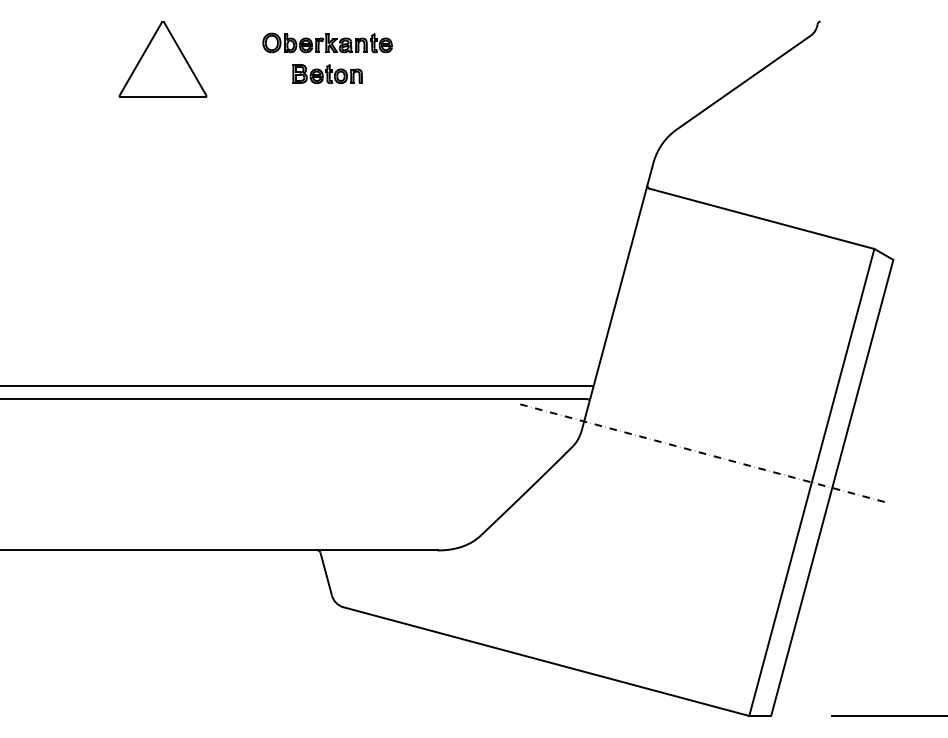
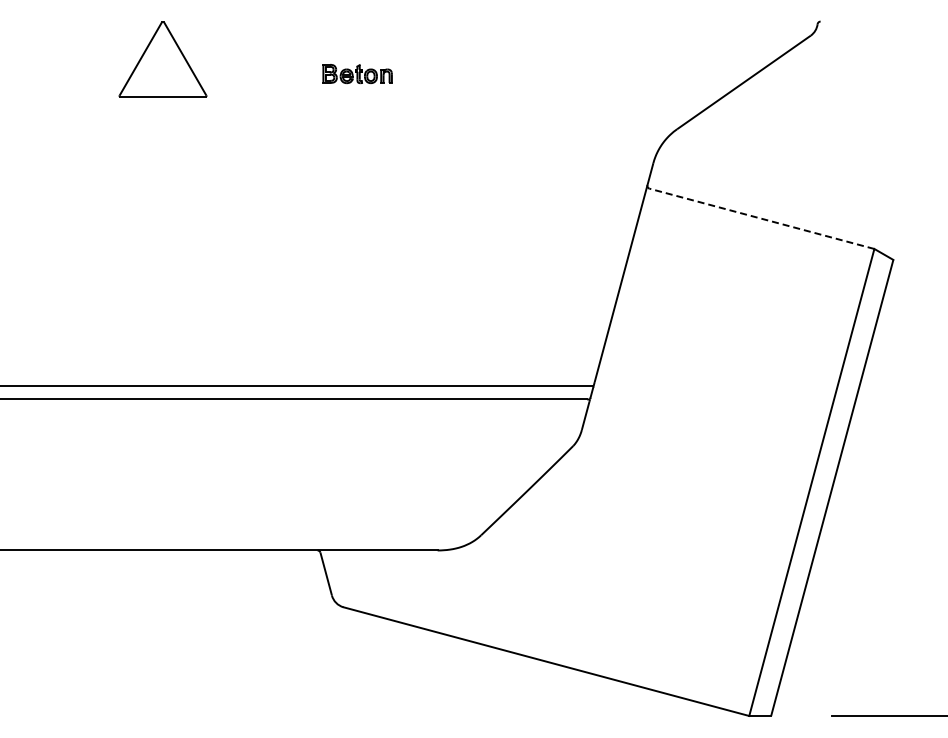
part at (327, 42): present -> none
part at (327, 74) position: (327, 74) -> (357, 74)
line at (761, 218): solid -> dashed
line at (702, 453): present -> none
